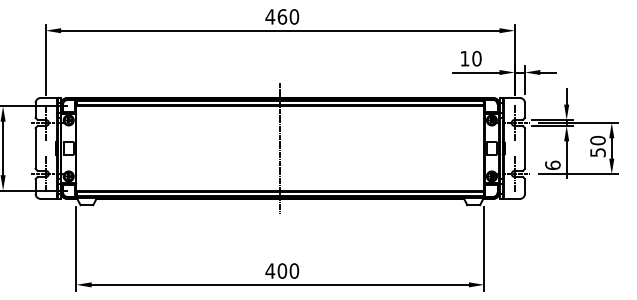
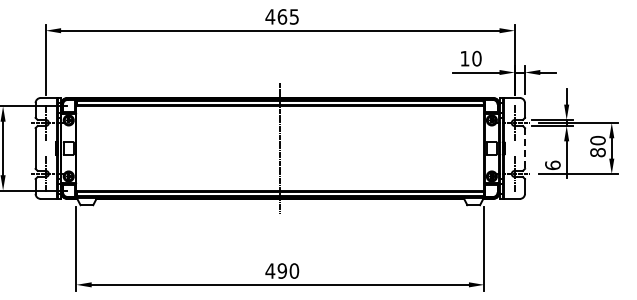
text at (294, 16): 460 -> 465
line at (525, 148): solid -> dashed
text at (597, 152): 50 -> 80
text at (281, 270): 400 -> 490
